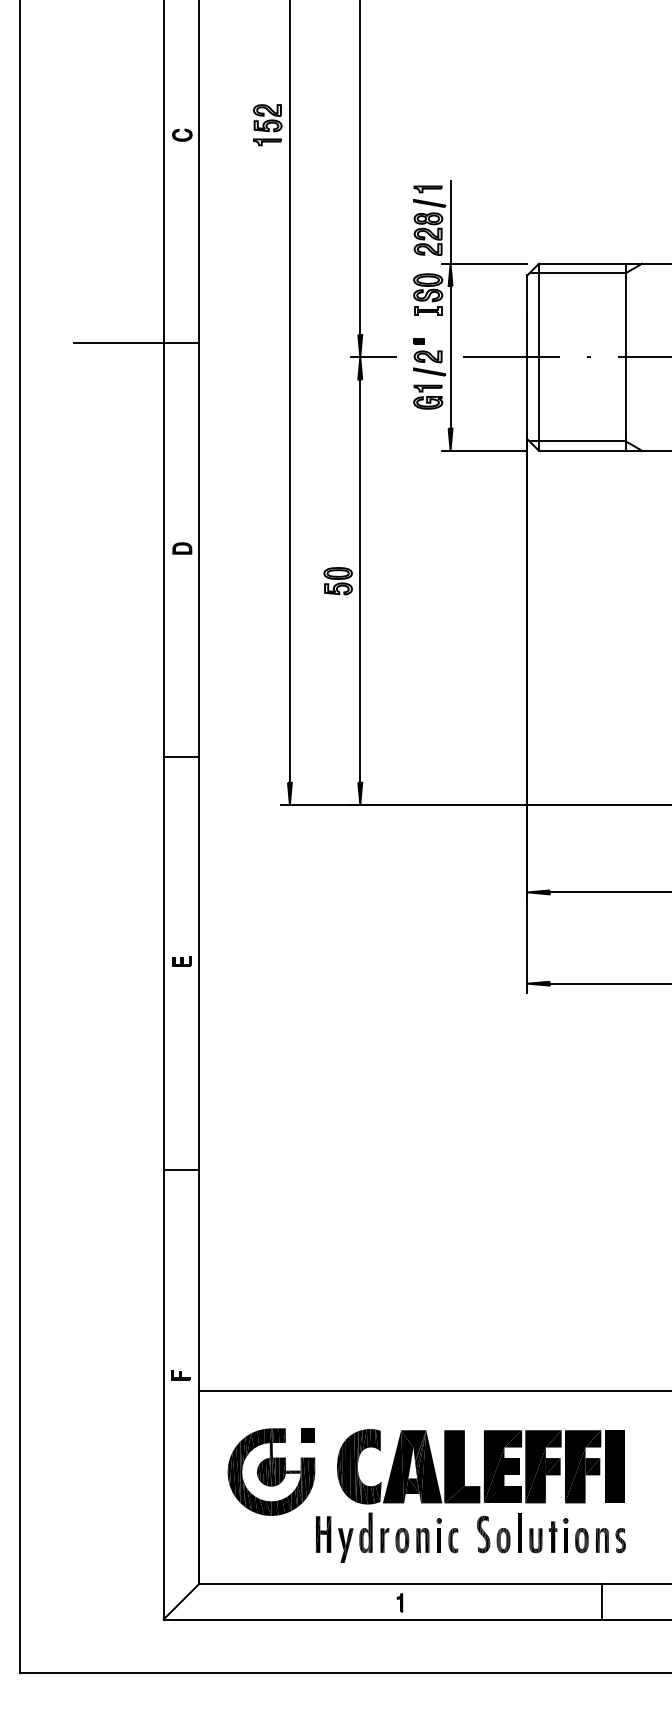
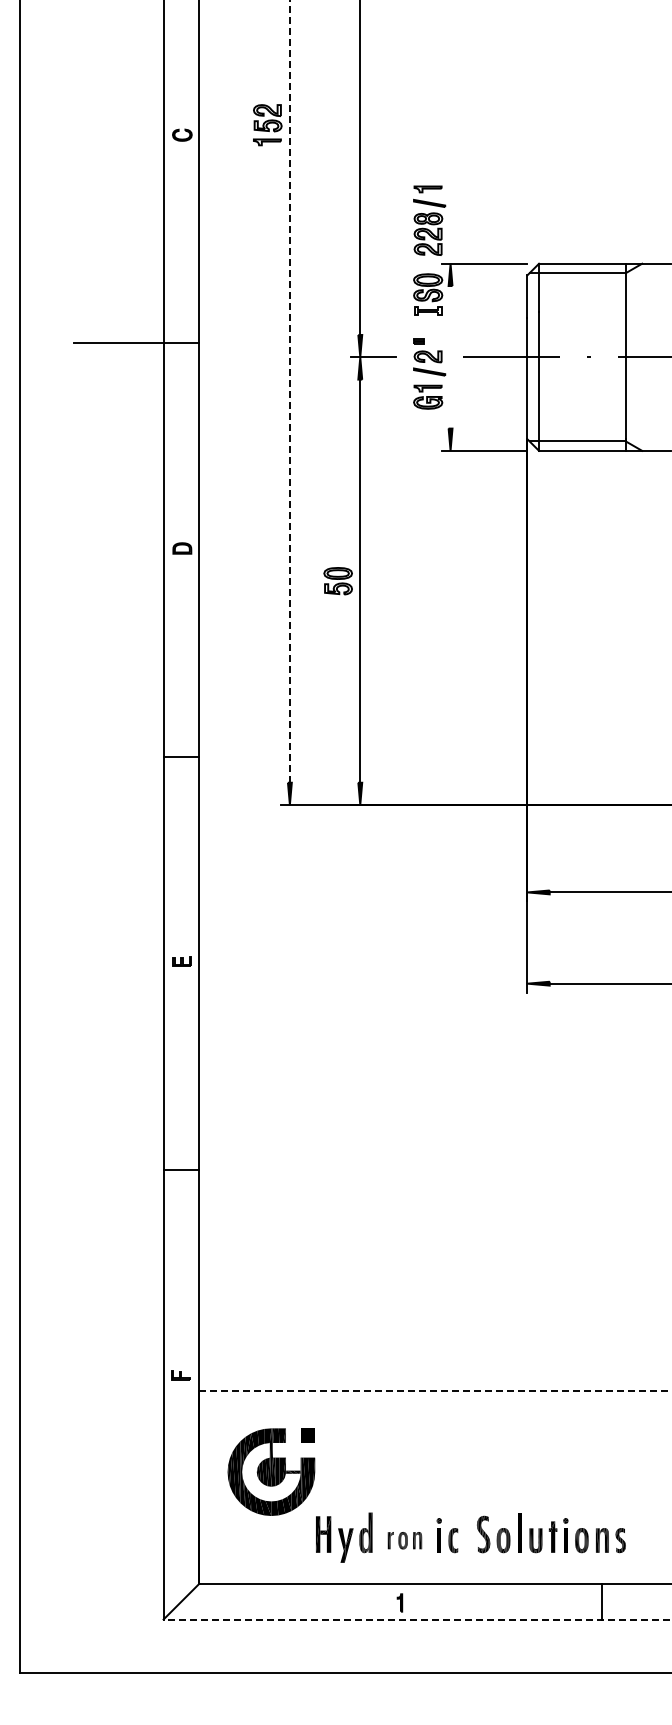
line at (450, 222): present -> none
line at (450, 357): present -> none
line at (289, 391): solid -> dashed
line at (435, 1391): solid -> dashed
part at (480, 1466): present -> none
part at (404, 1540) size: 50x26 px -> 36x18 px
line at (417, 1619): solid -> dashed
